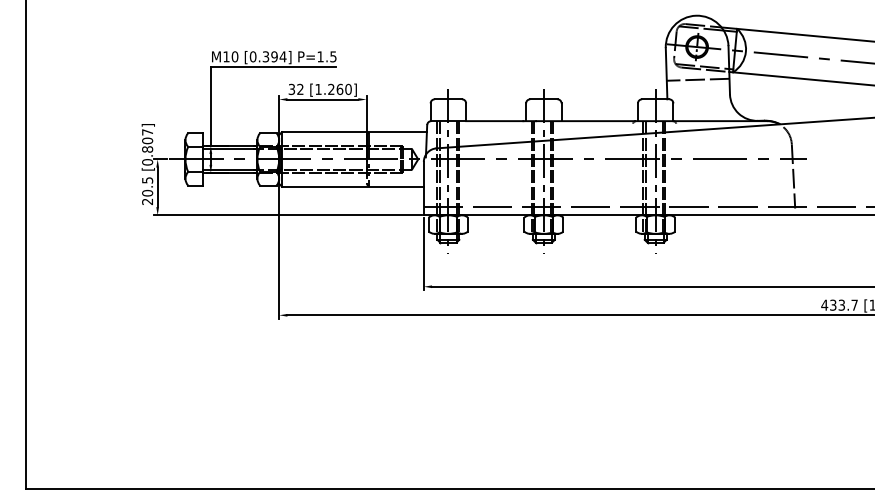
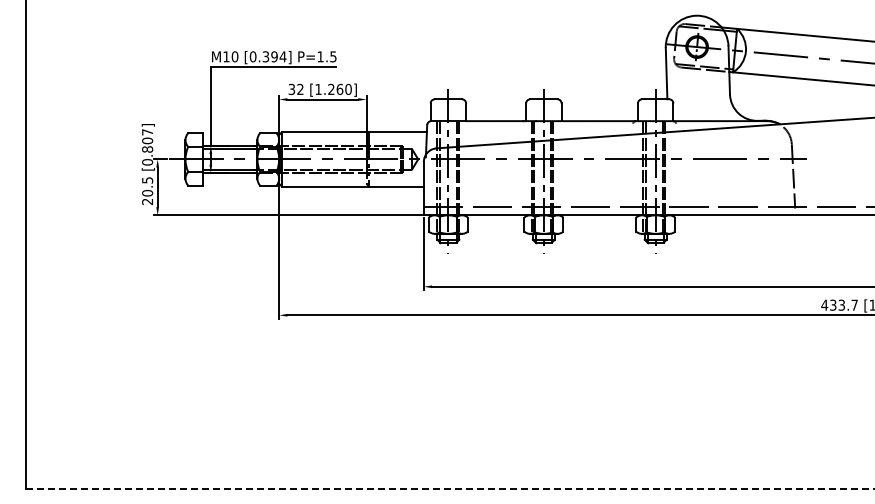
line at (697, 79): present -> none
line at (451, 488): solid -> dashed
